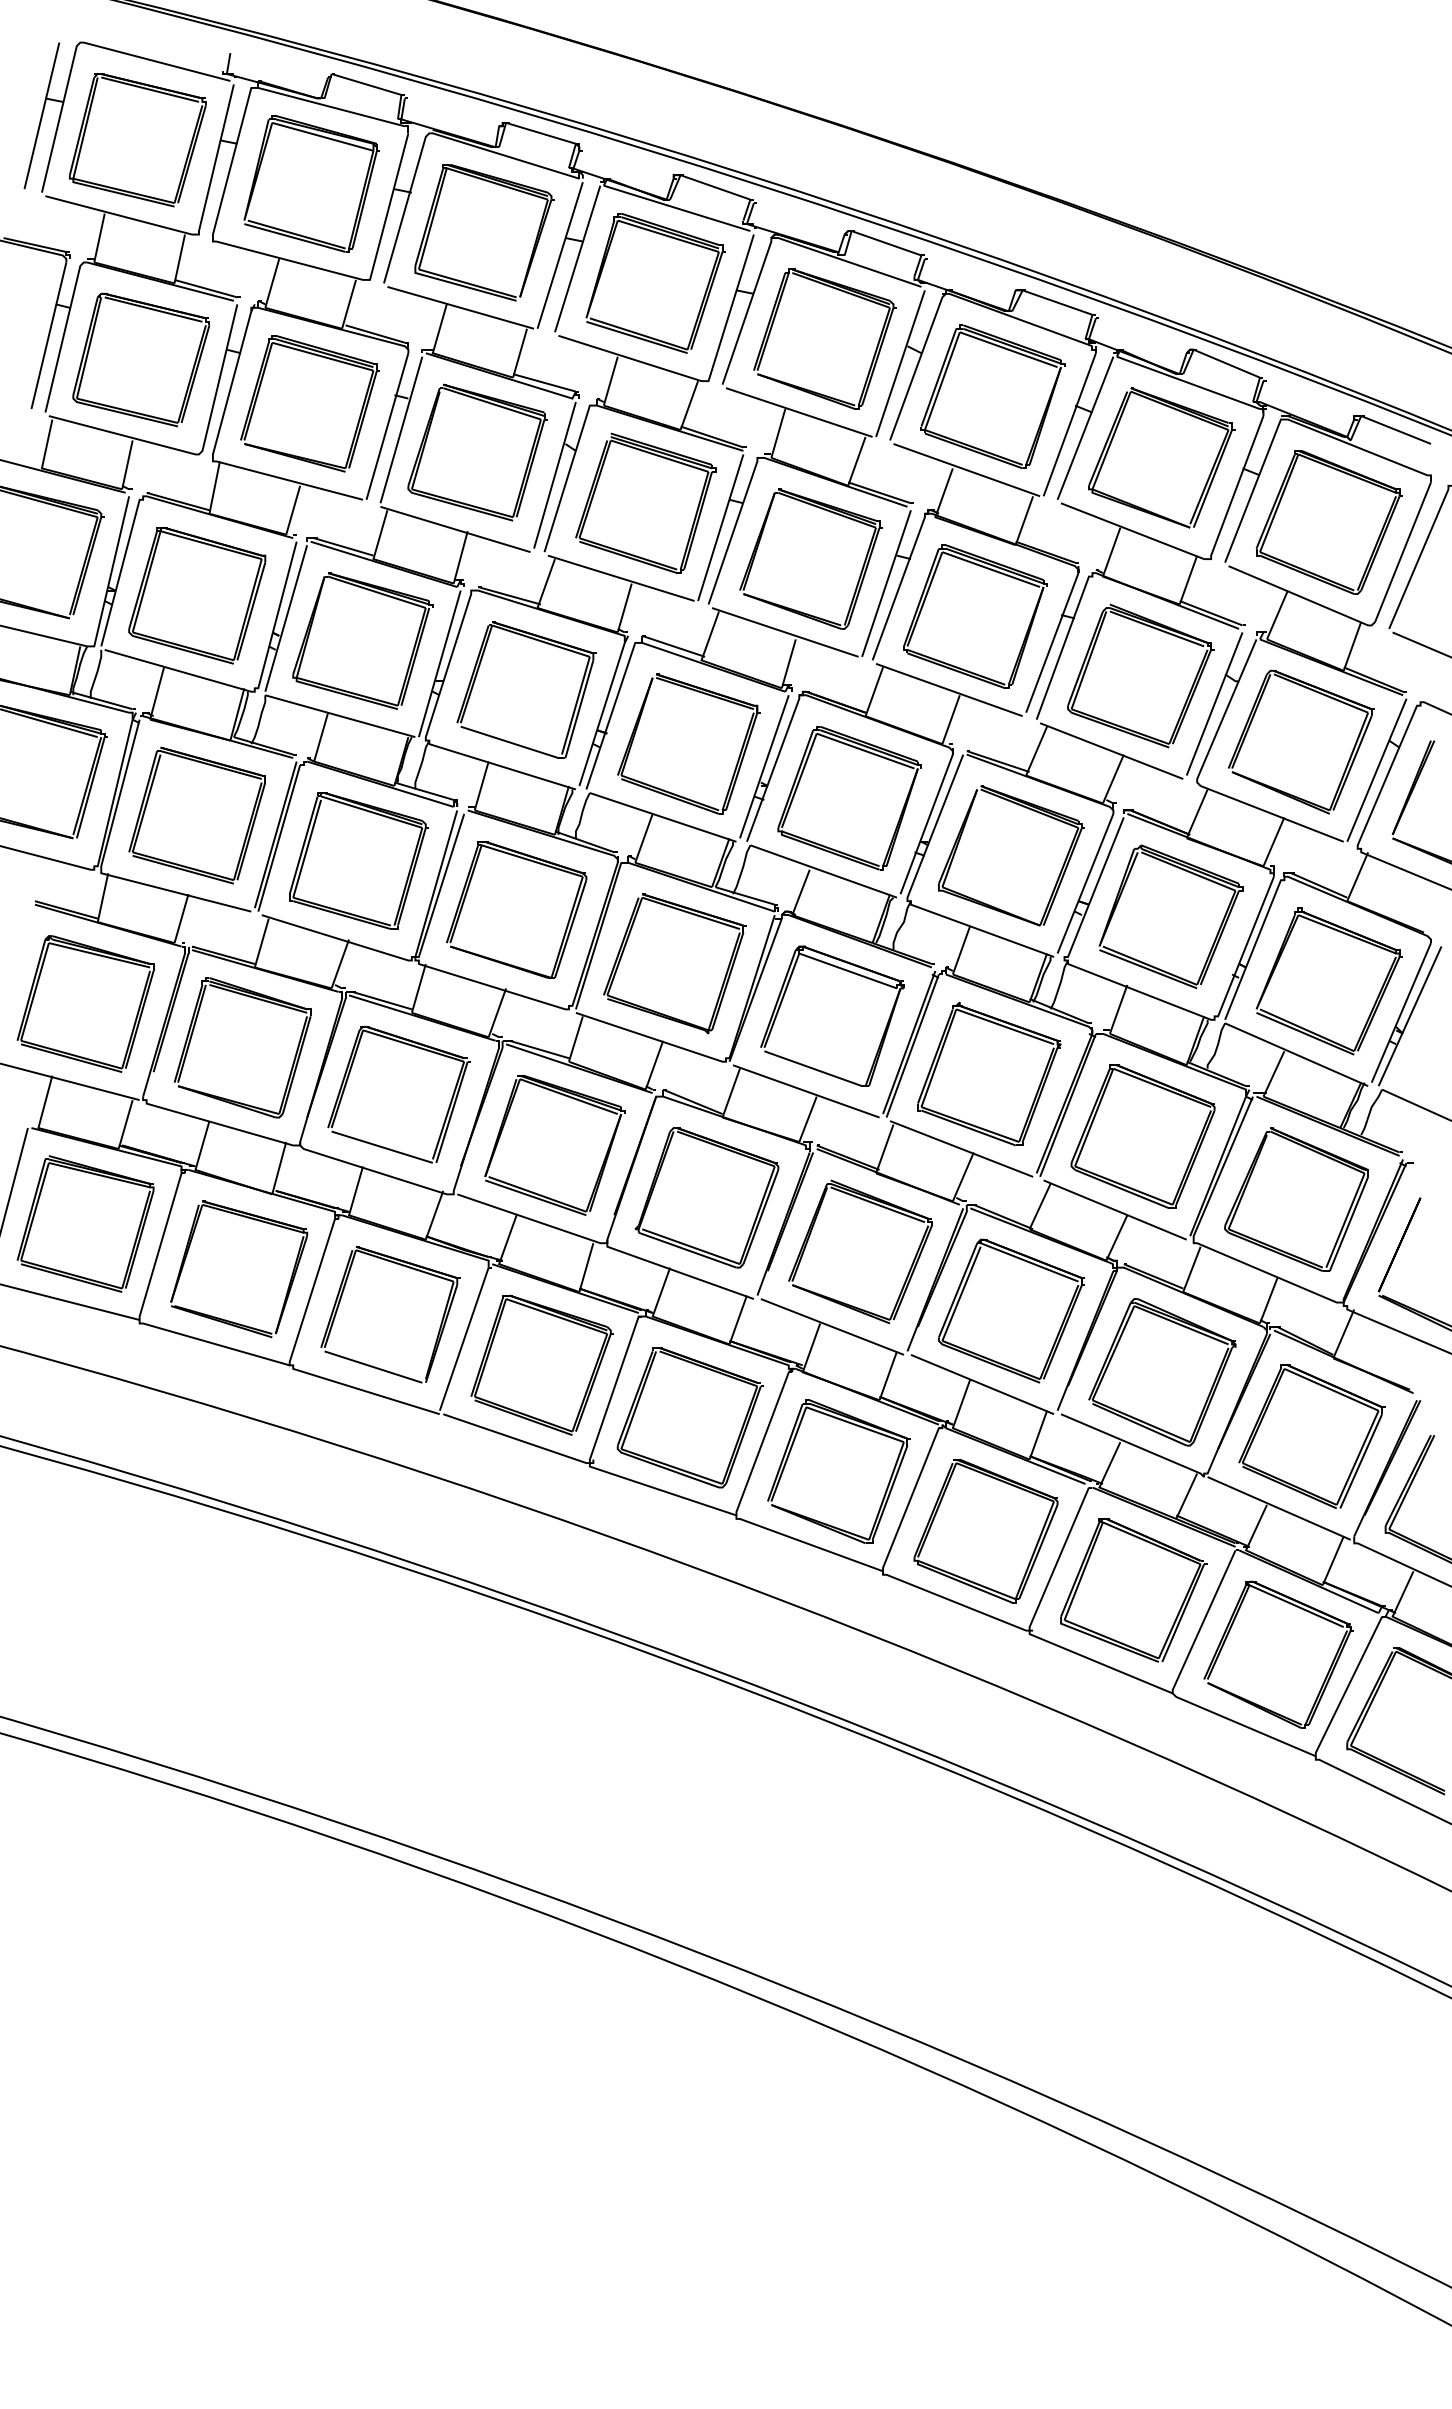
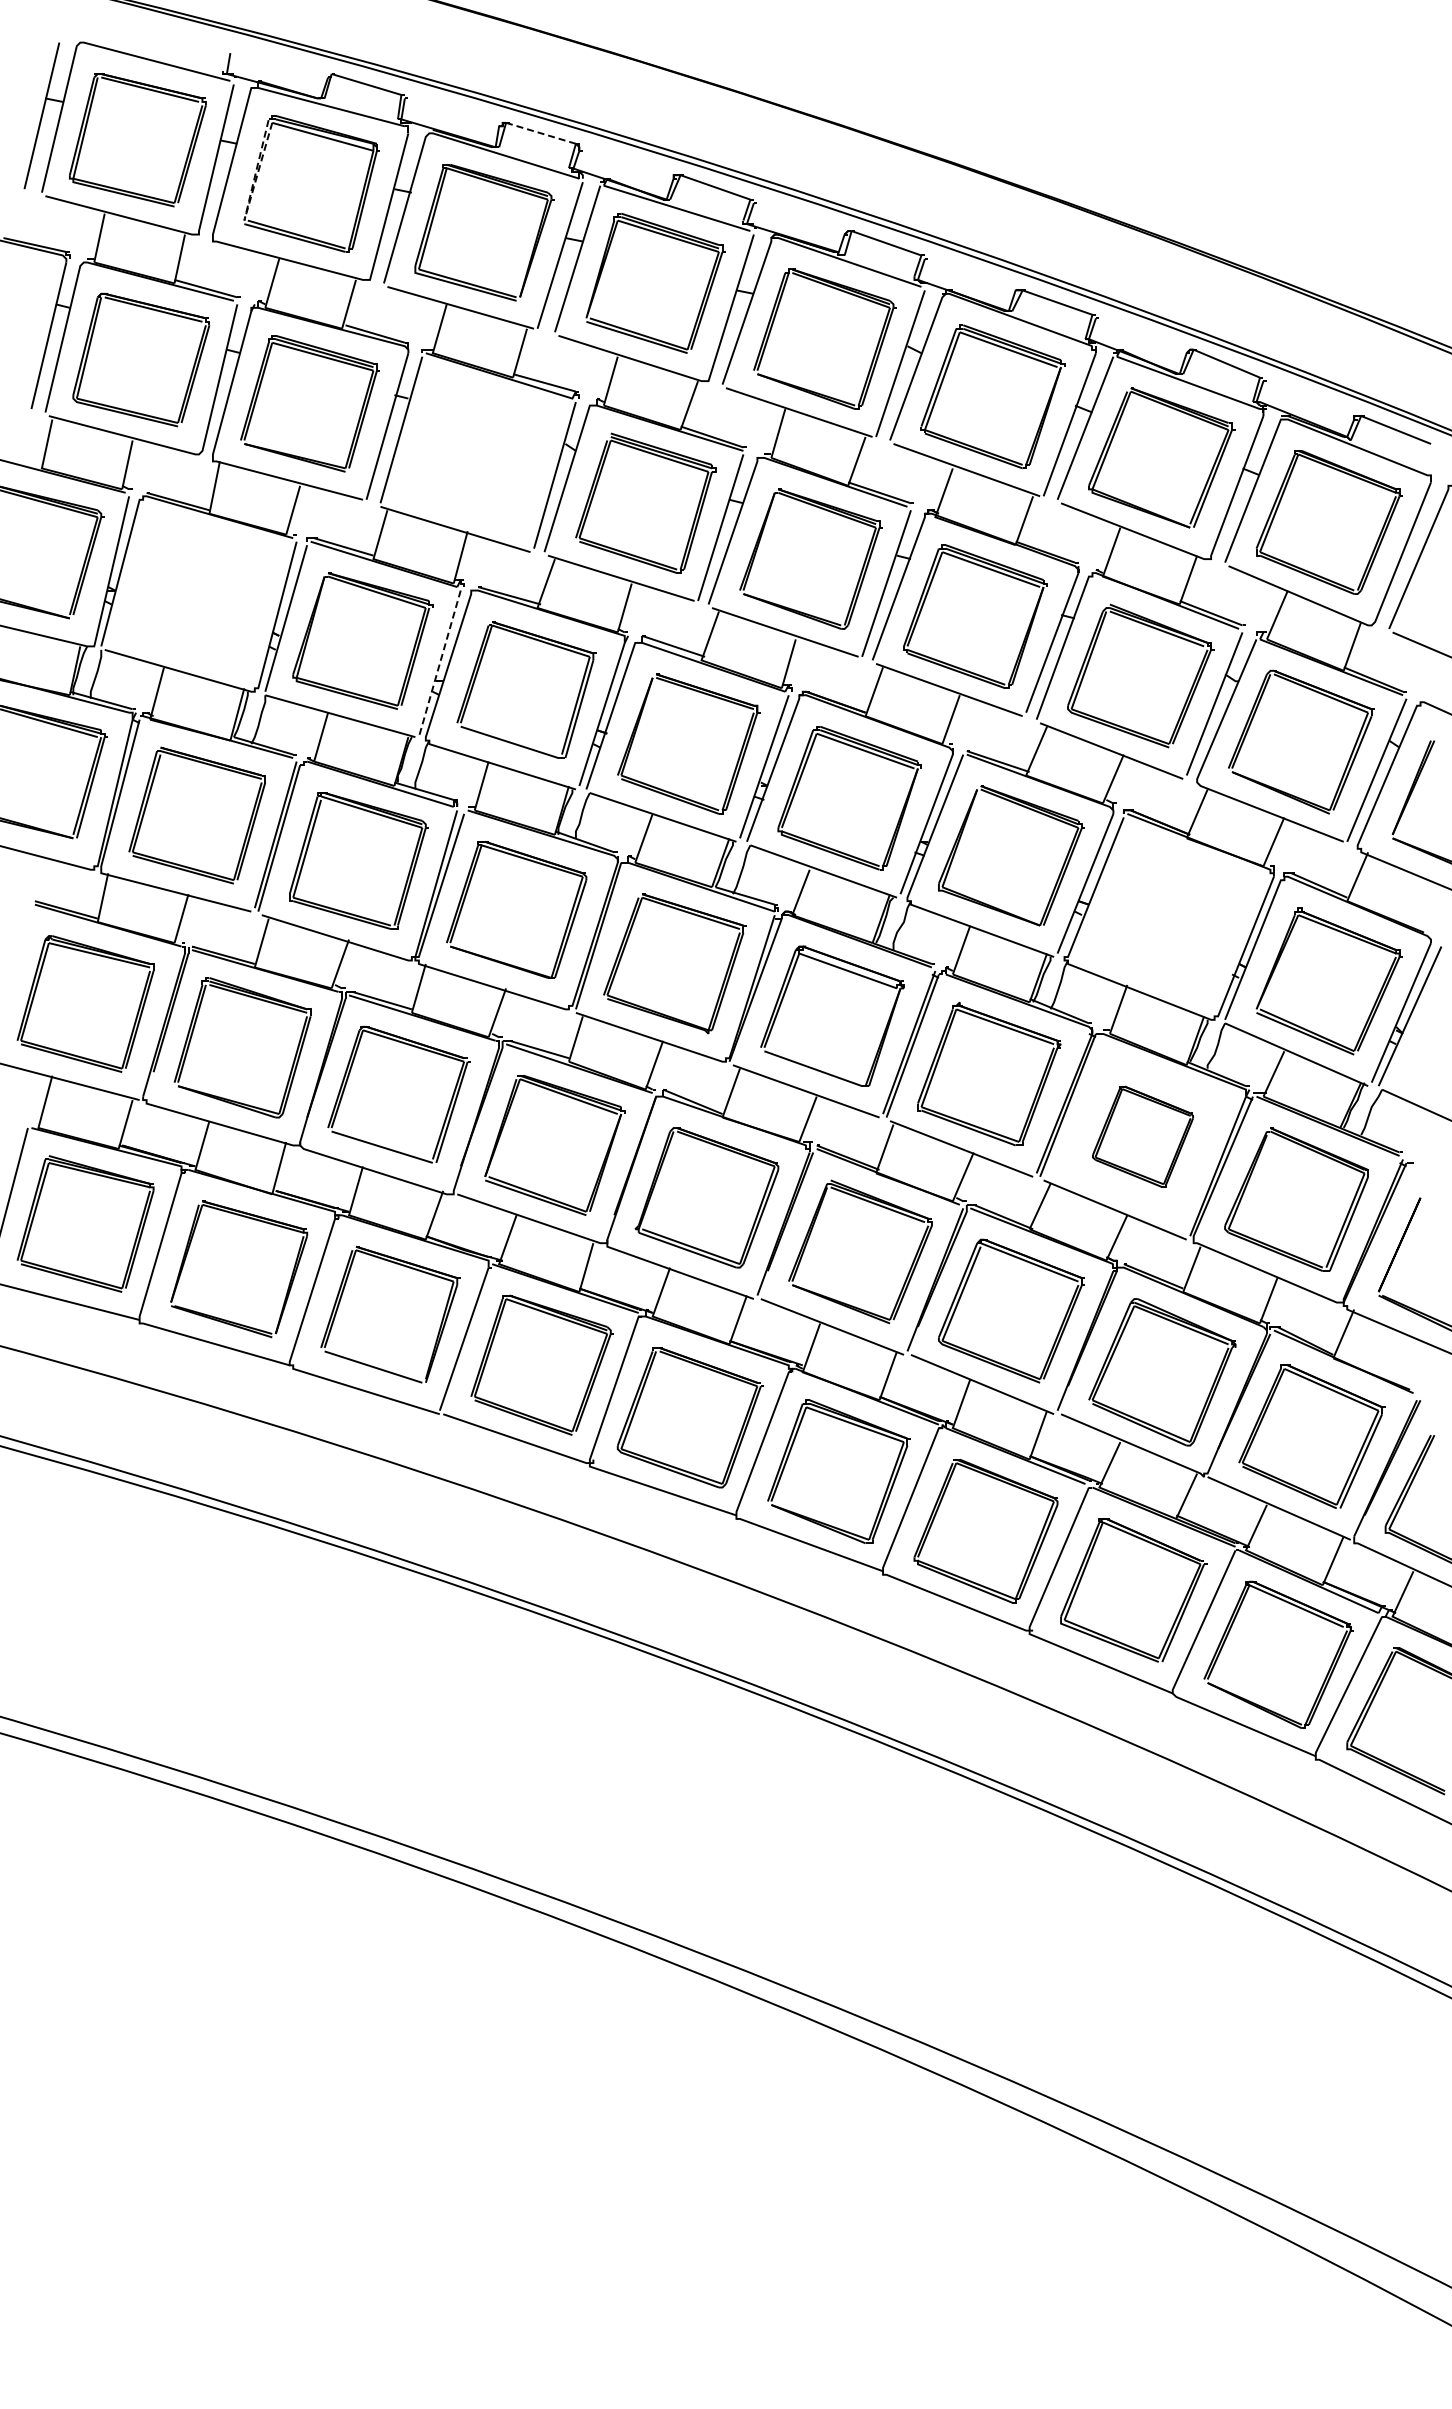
line at (540, 133): solid -> dashed
line at (244, 219): solid -> dashed
part at (477, 452): present -> none
part at (197, 595): present -> none
line at (439, 664): solid -> dashed
part at (1187, 872): present -> none
part at (1142, 1136) size: 146x145 px -> 102x103 px
